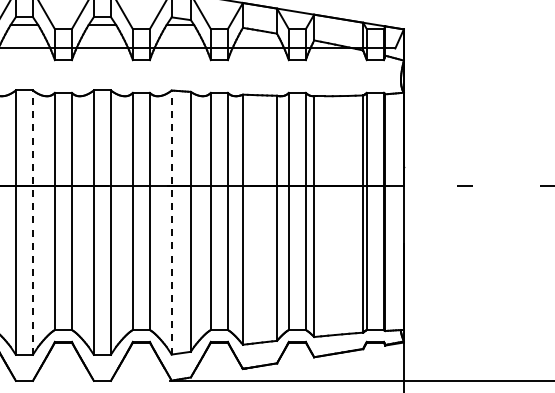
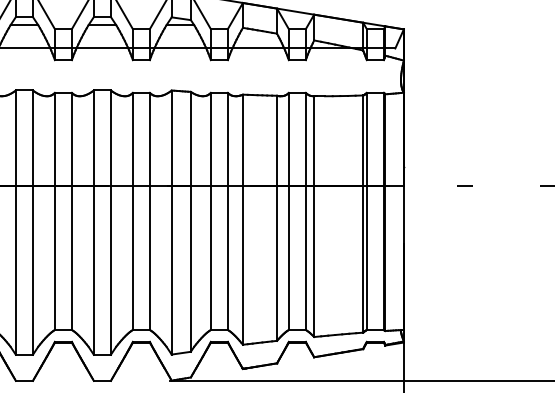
line at (32, 222): dashed -> solid
line at (171, 222): dashed -> solid
